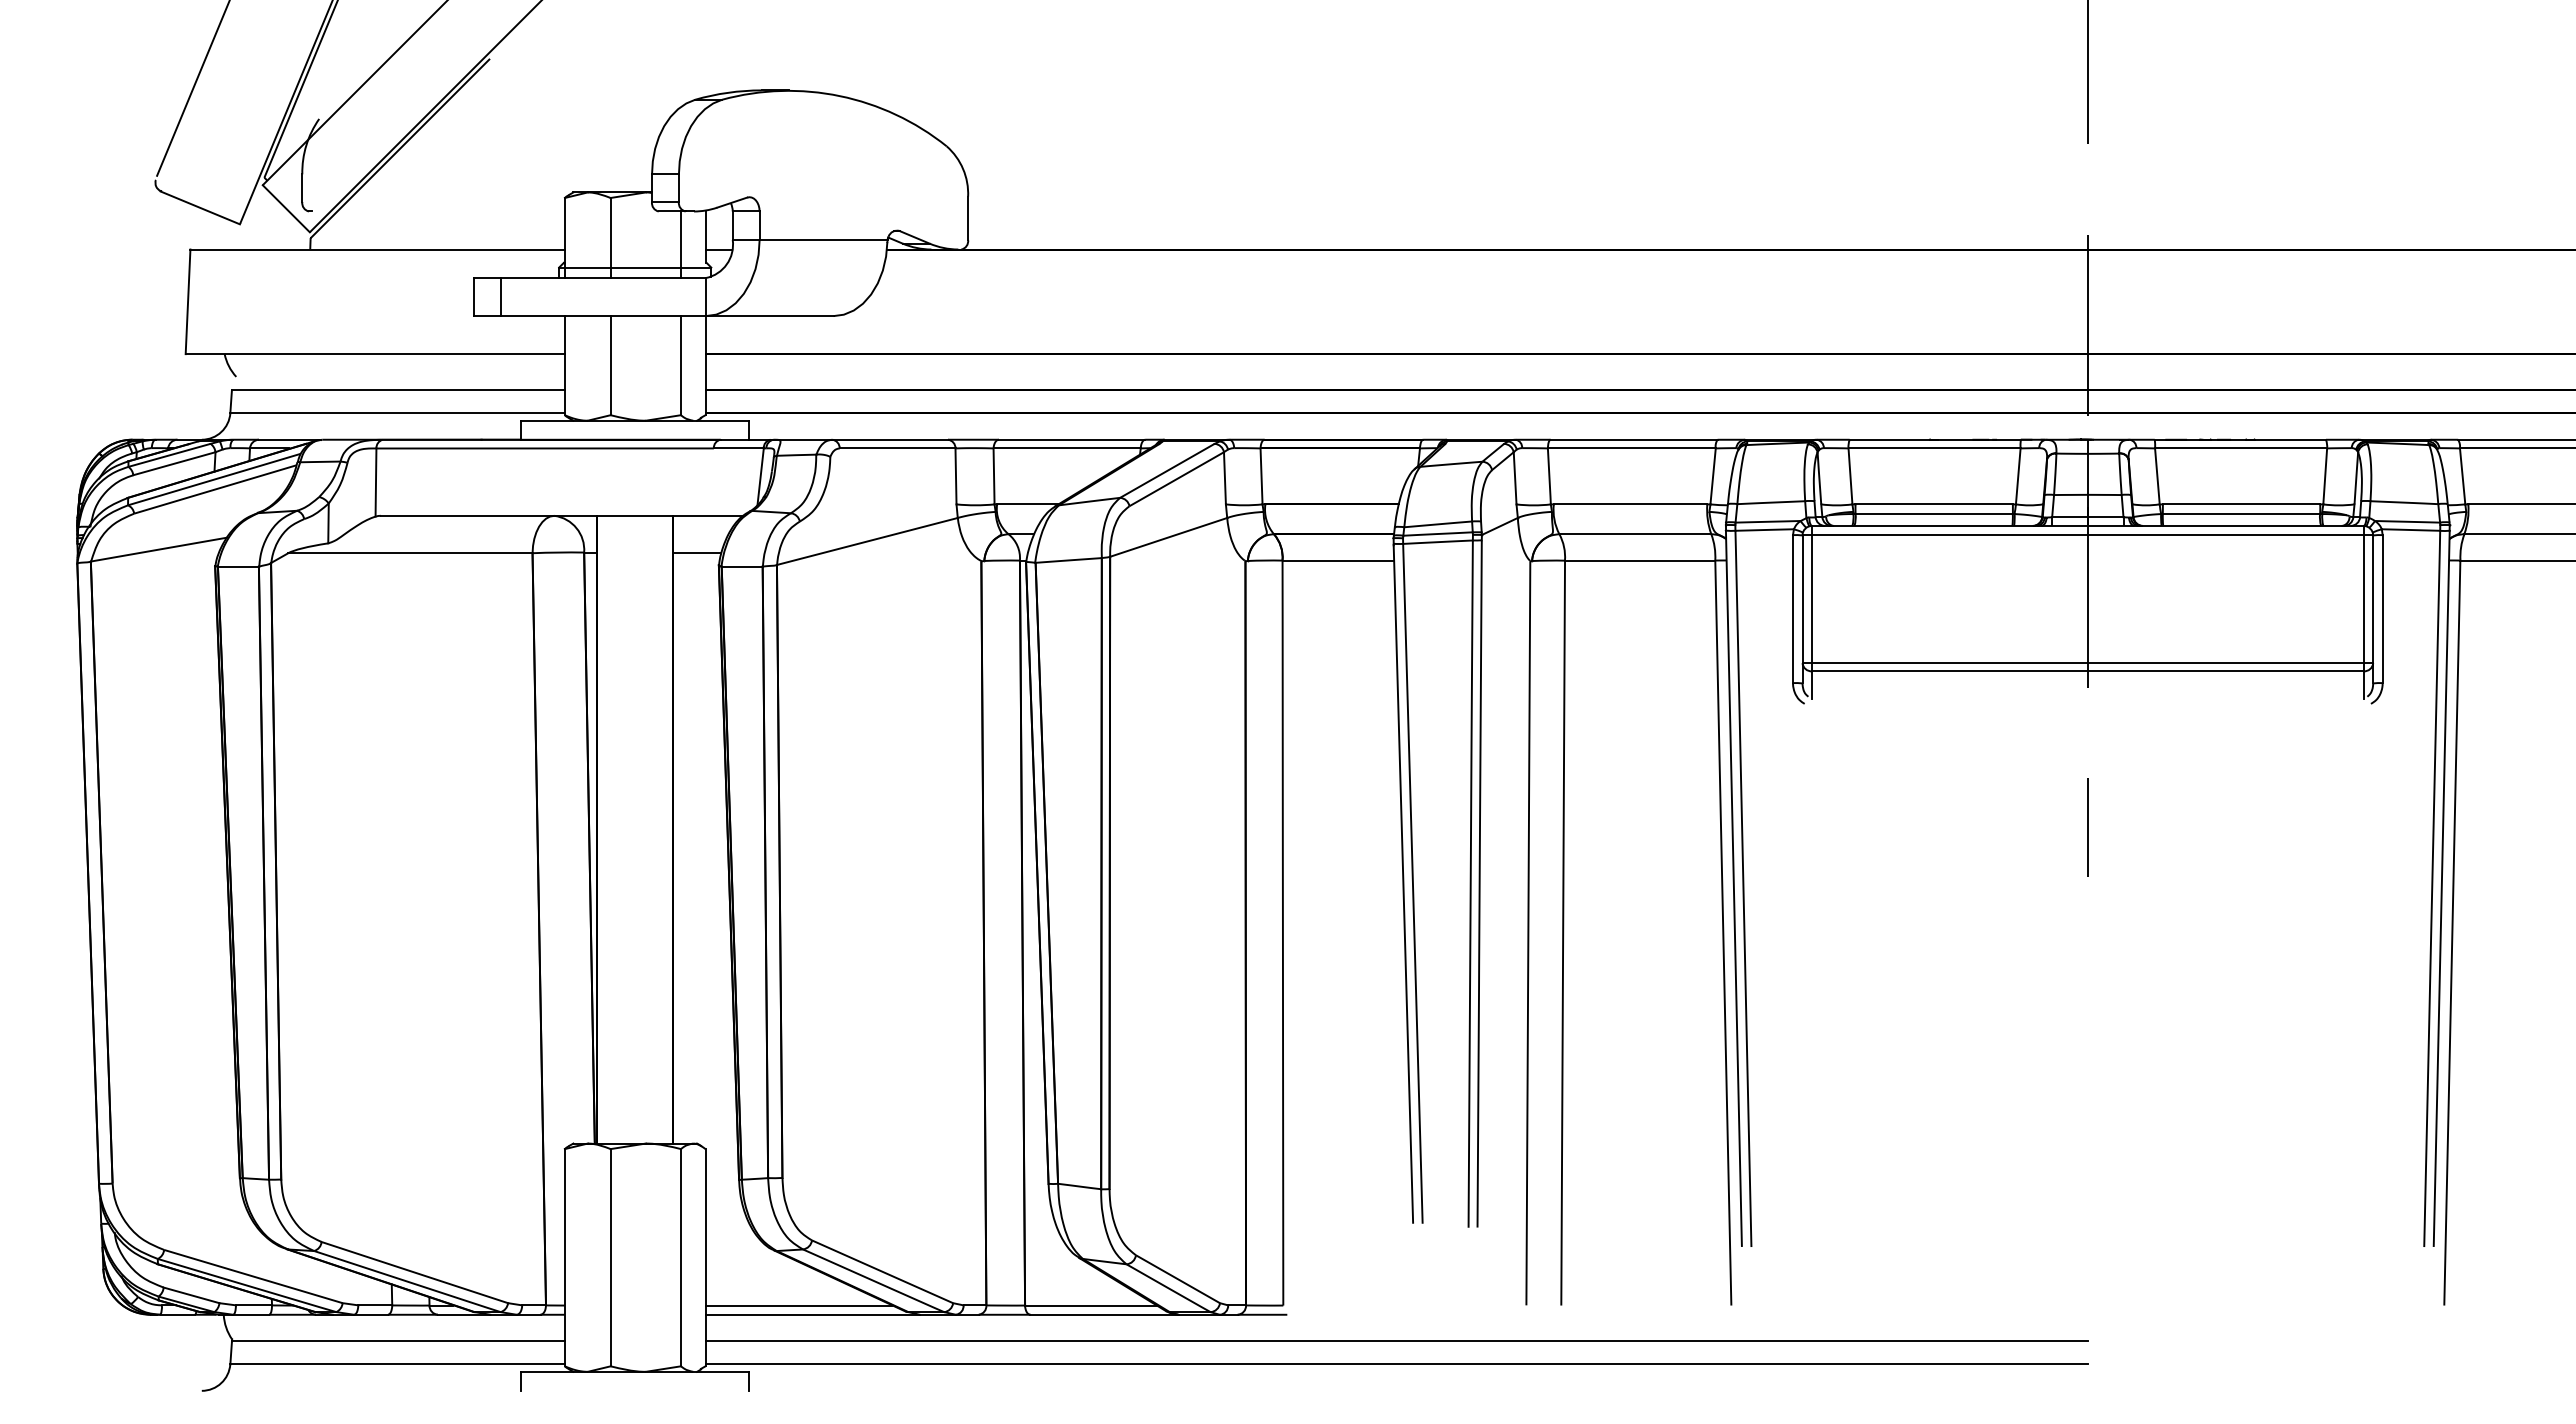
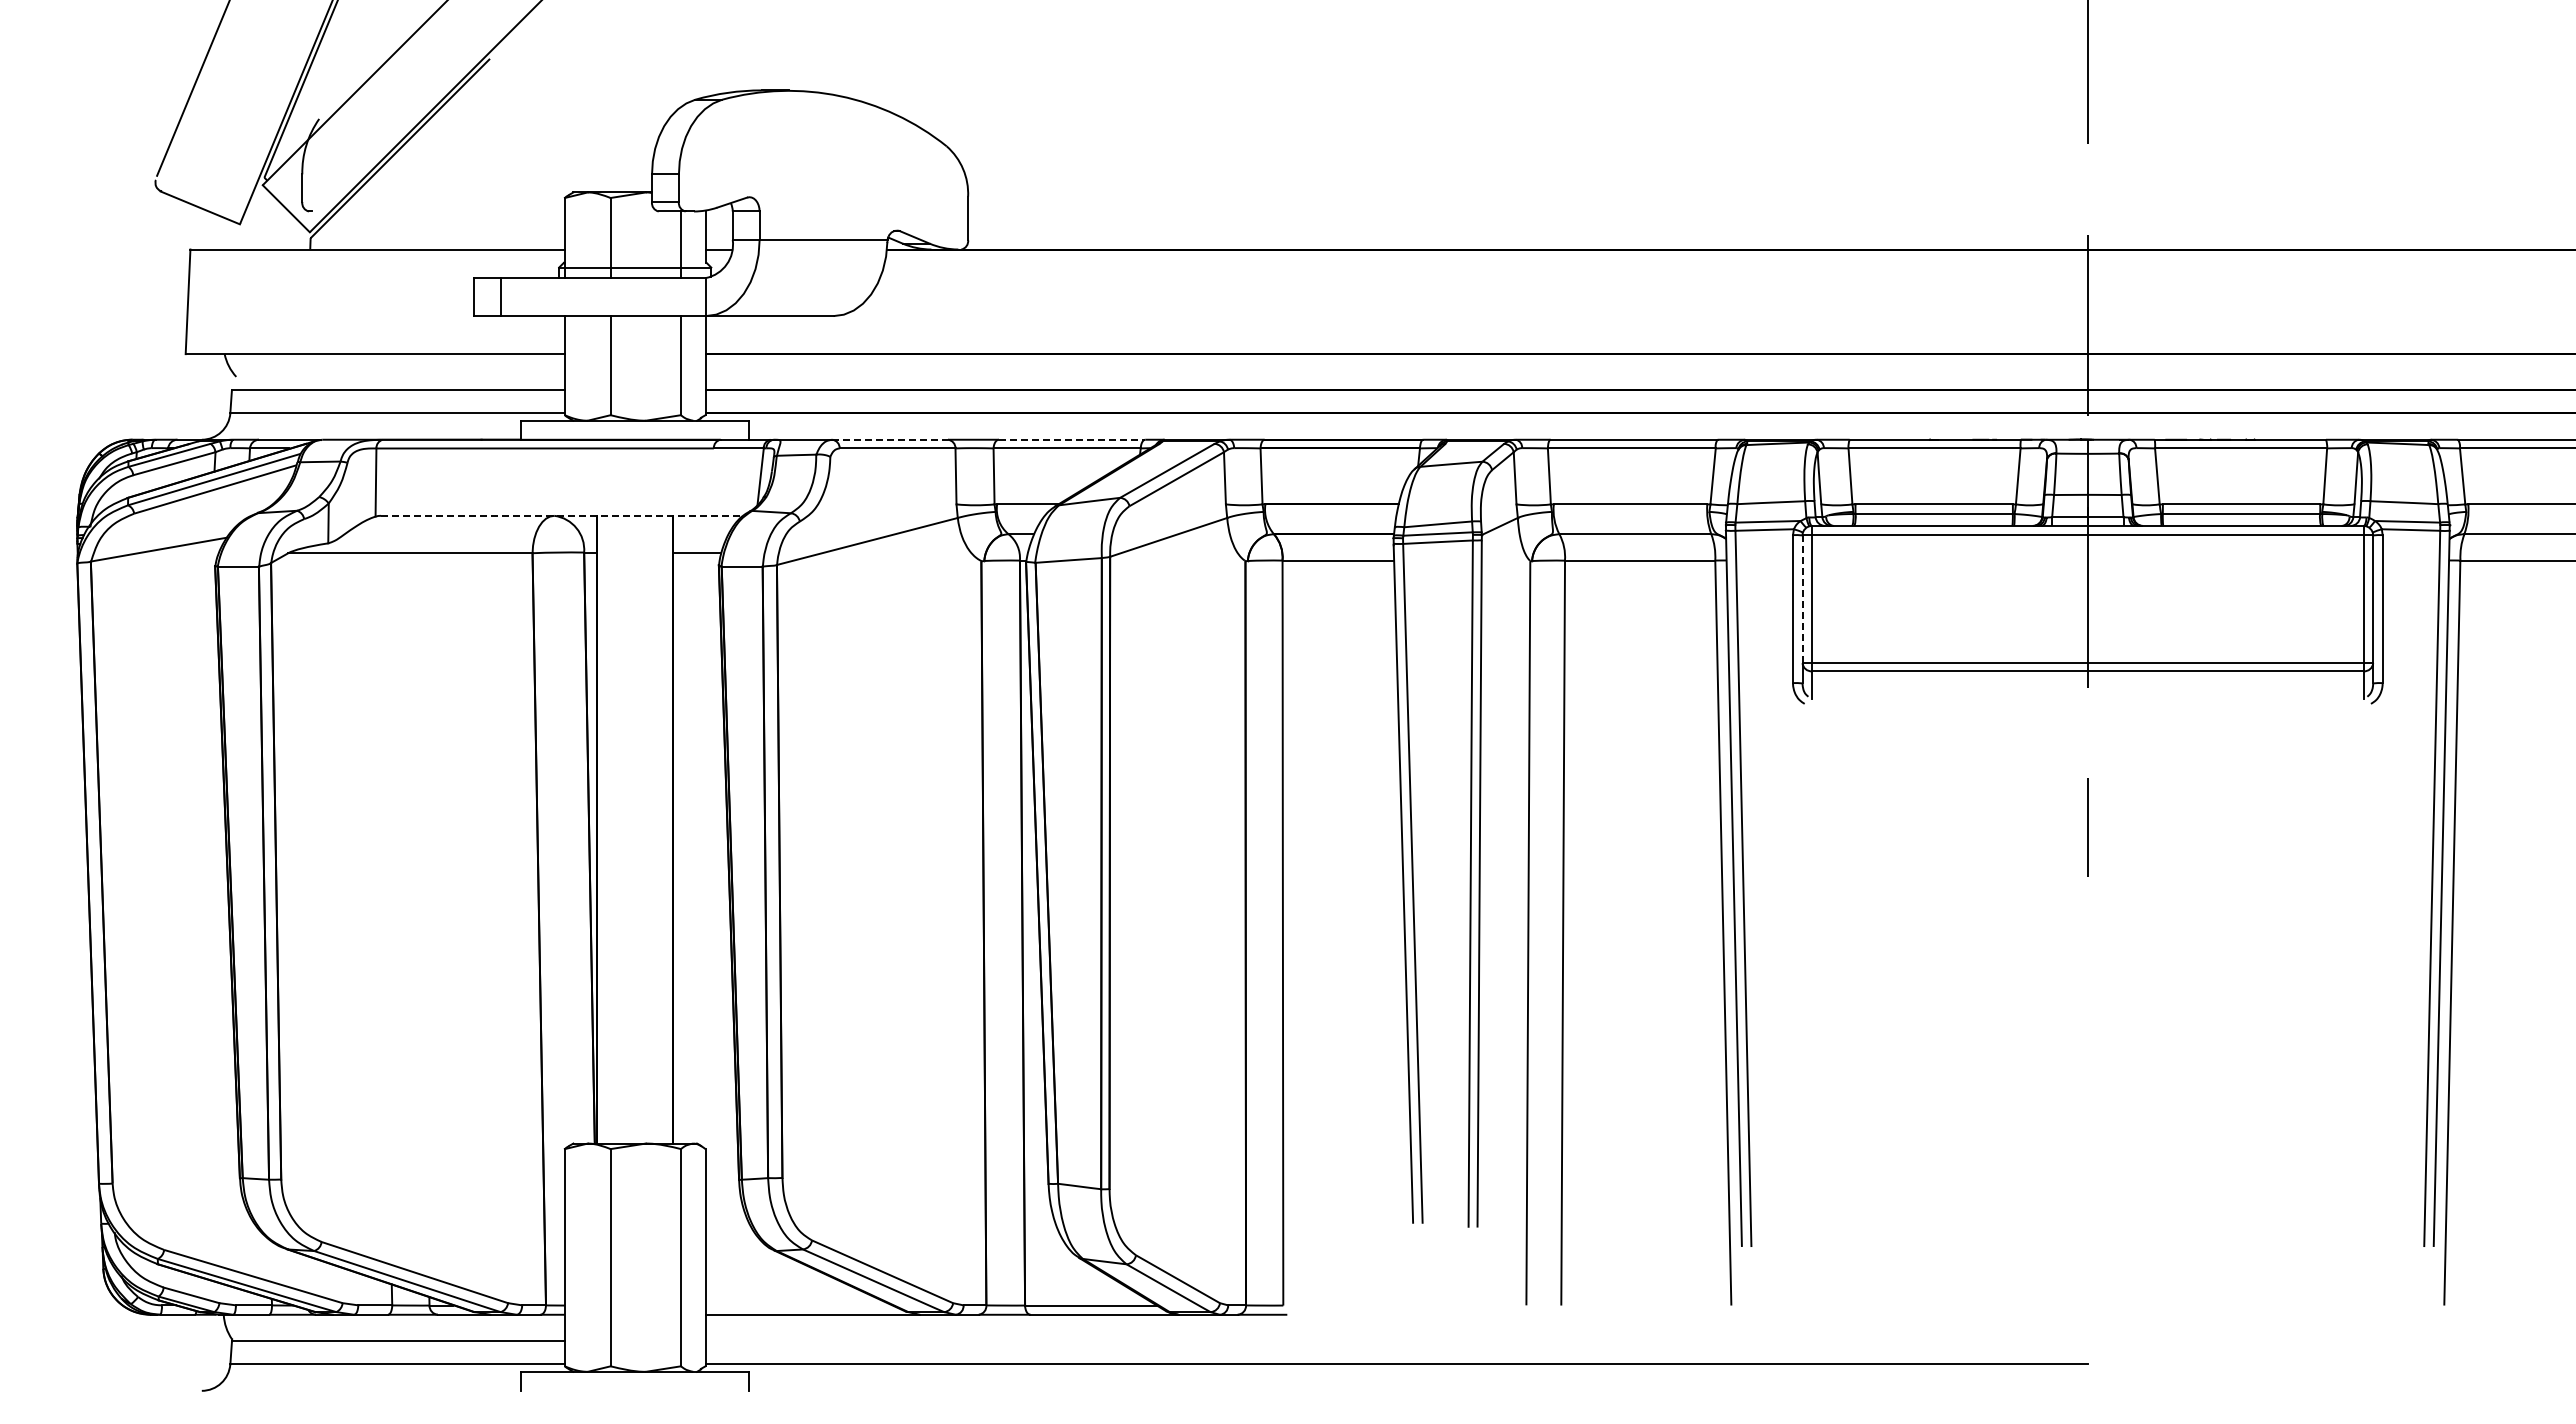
line at (890, 439): solid -> dashed
line at (1072, 439): solid -> dashed
line at (562, 515): solid -> dashed
line at (1802, 599): solid -> dashed
line at (798, 1305): present -> none
line at (1396, 1341): present -> none
